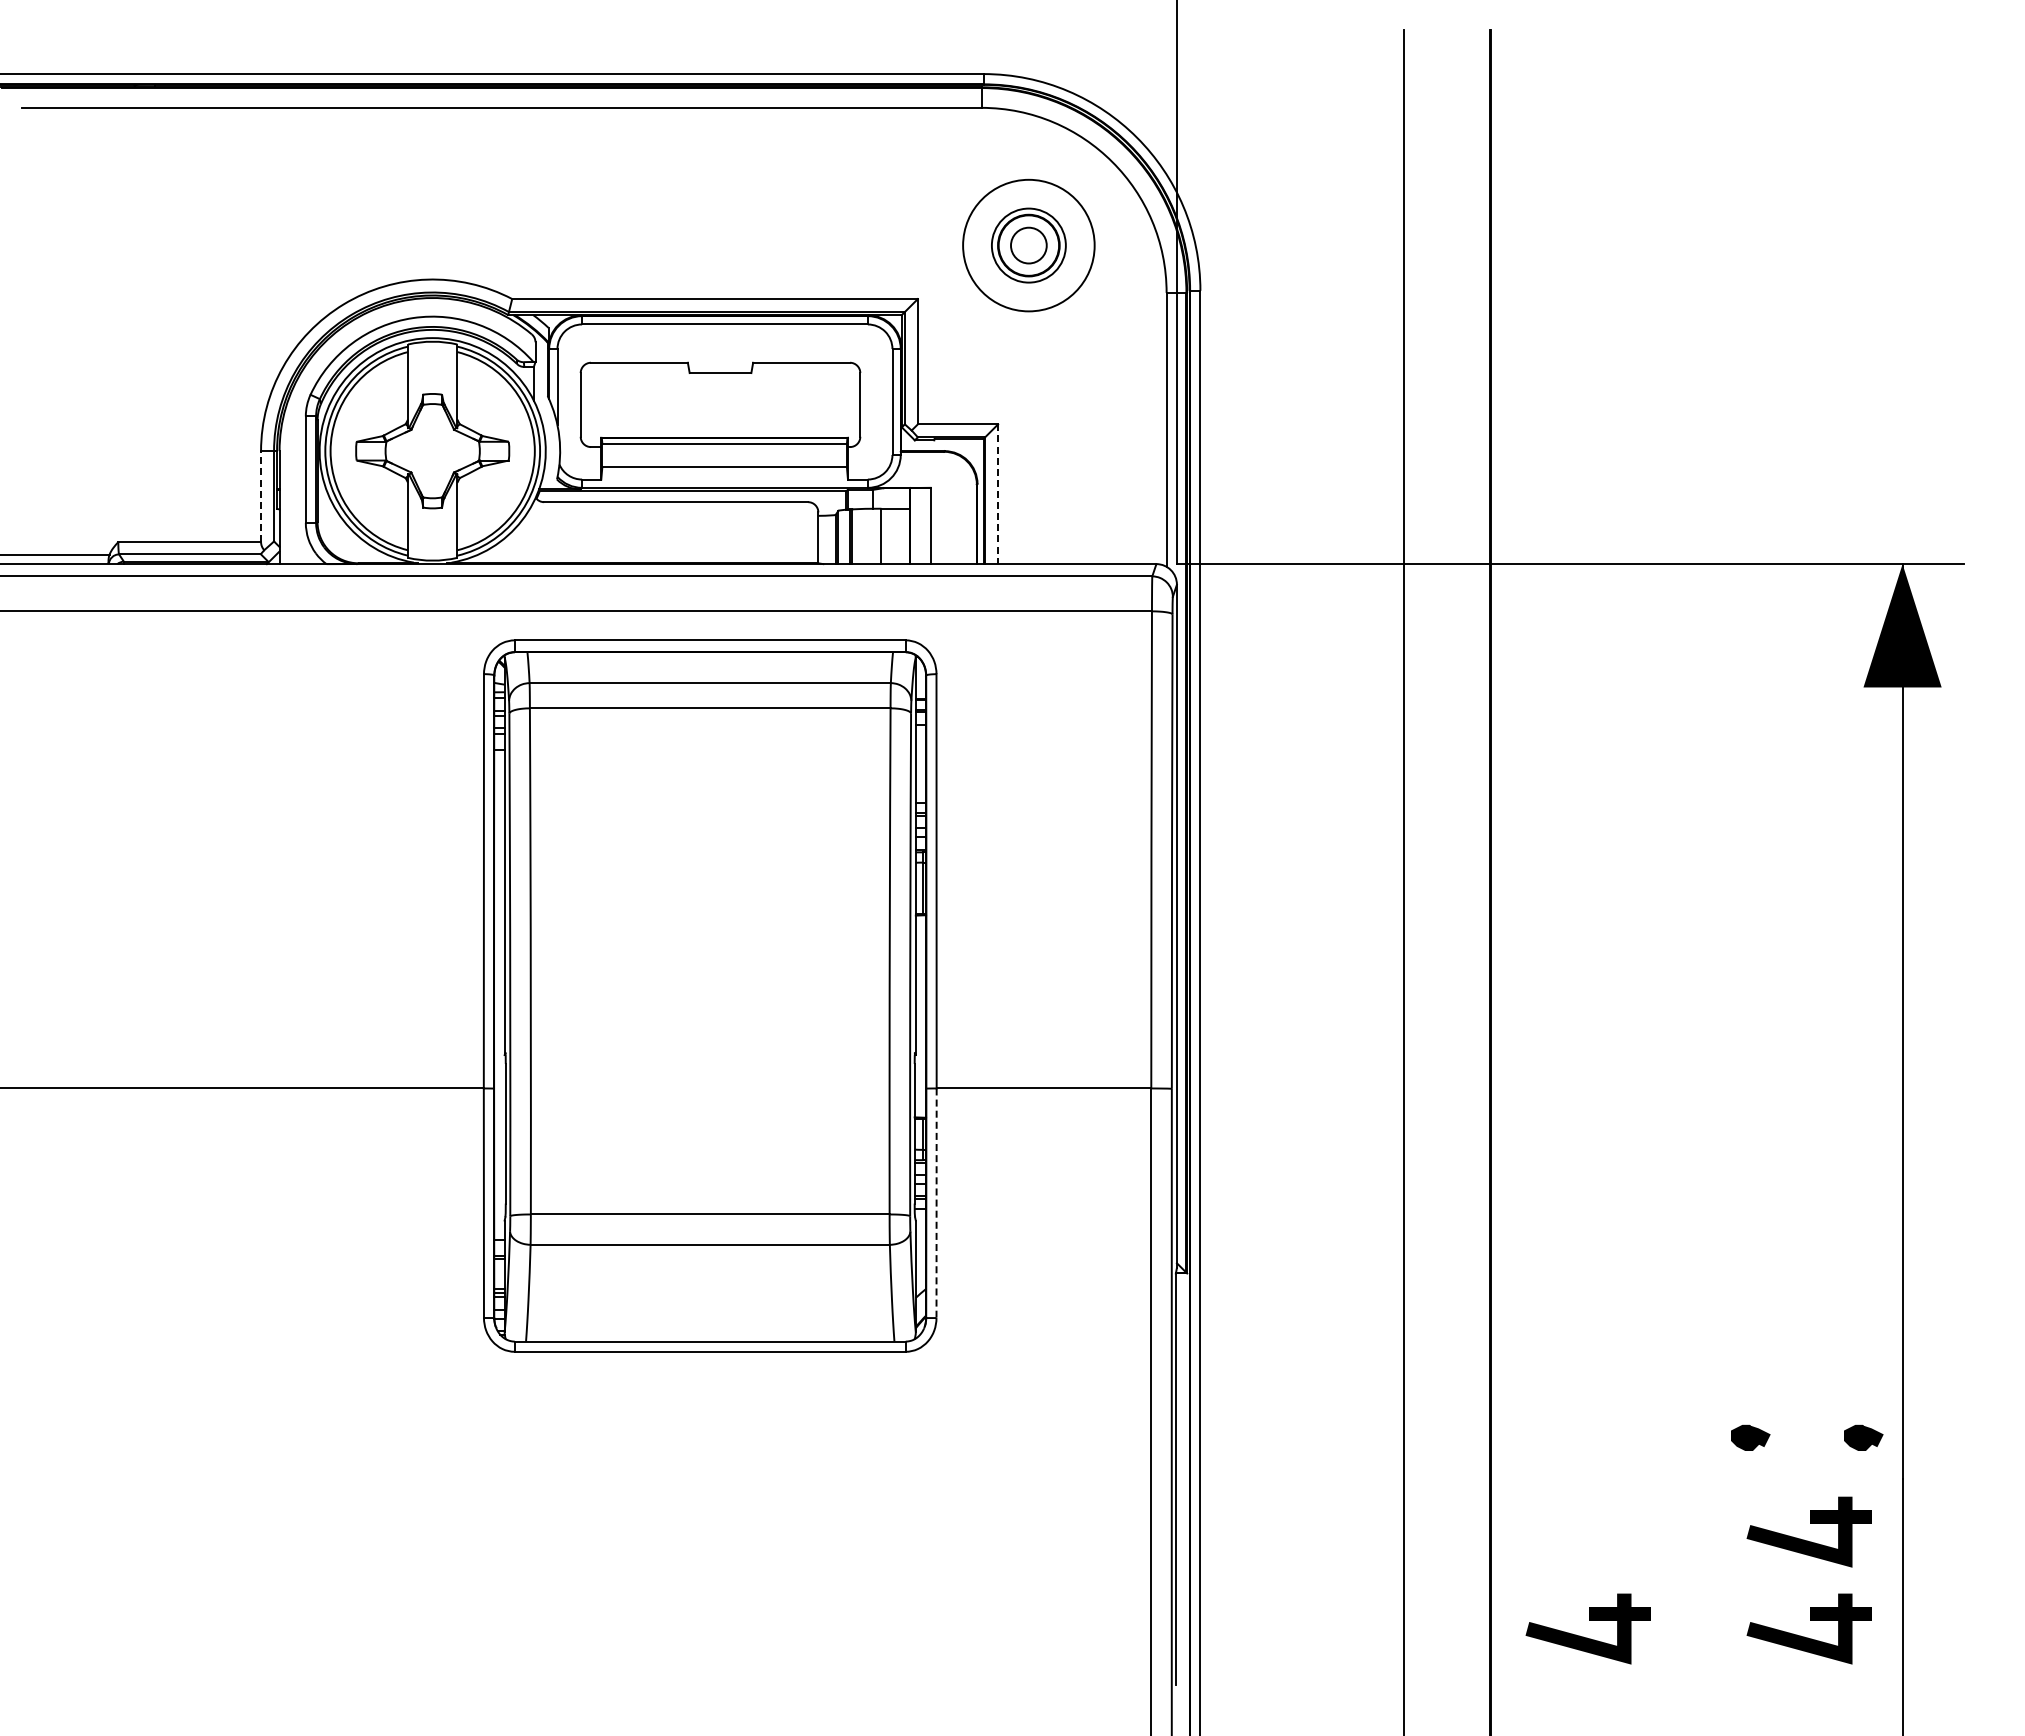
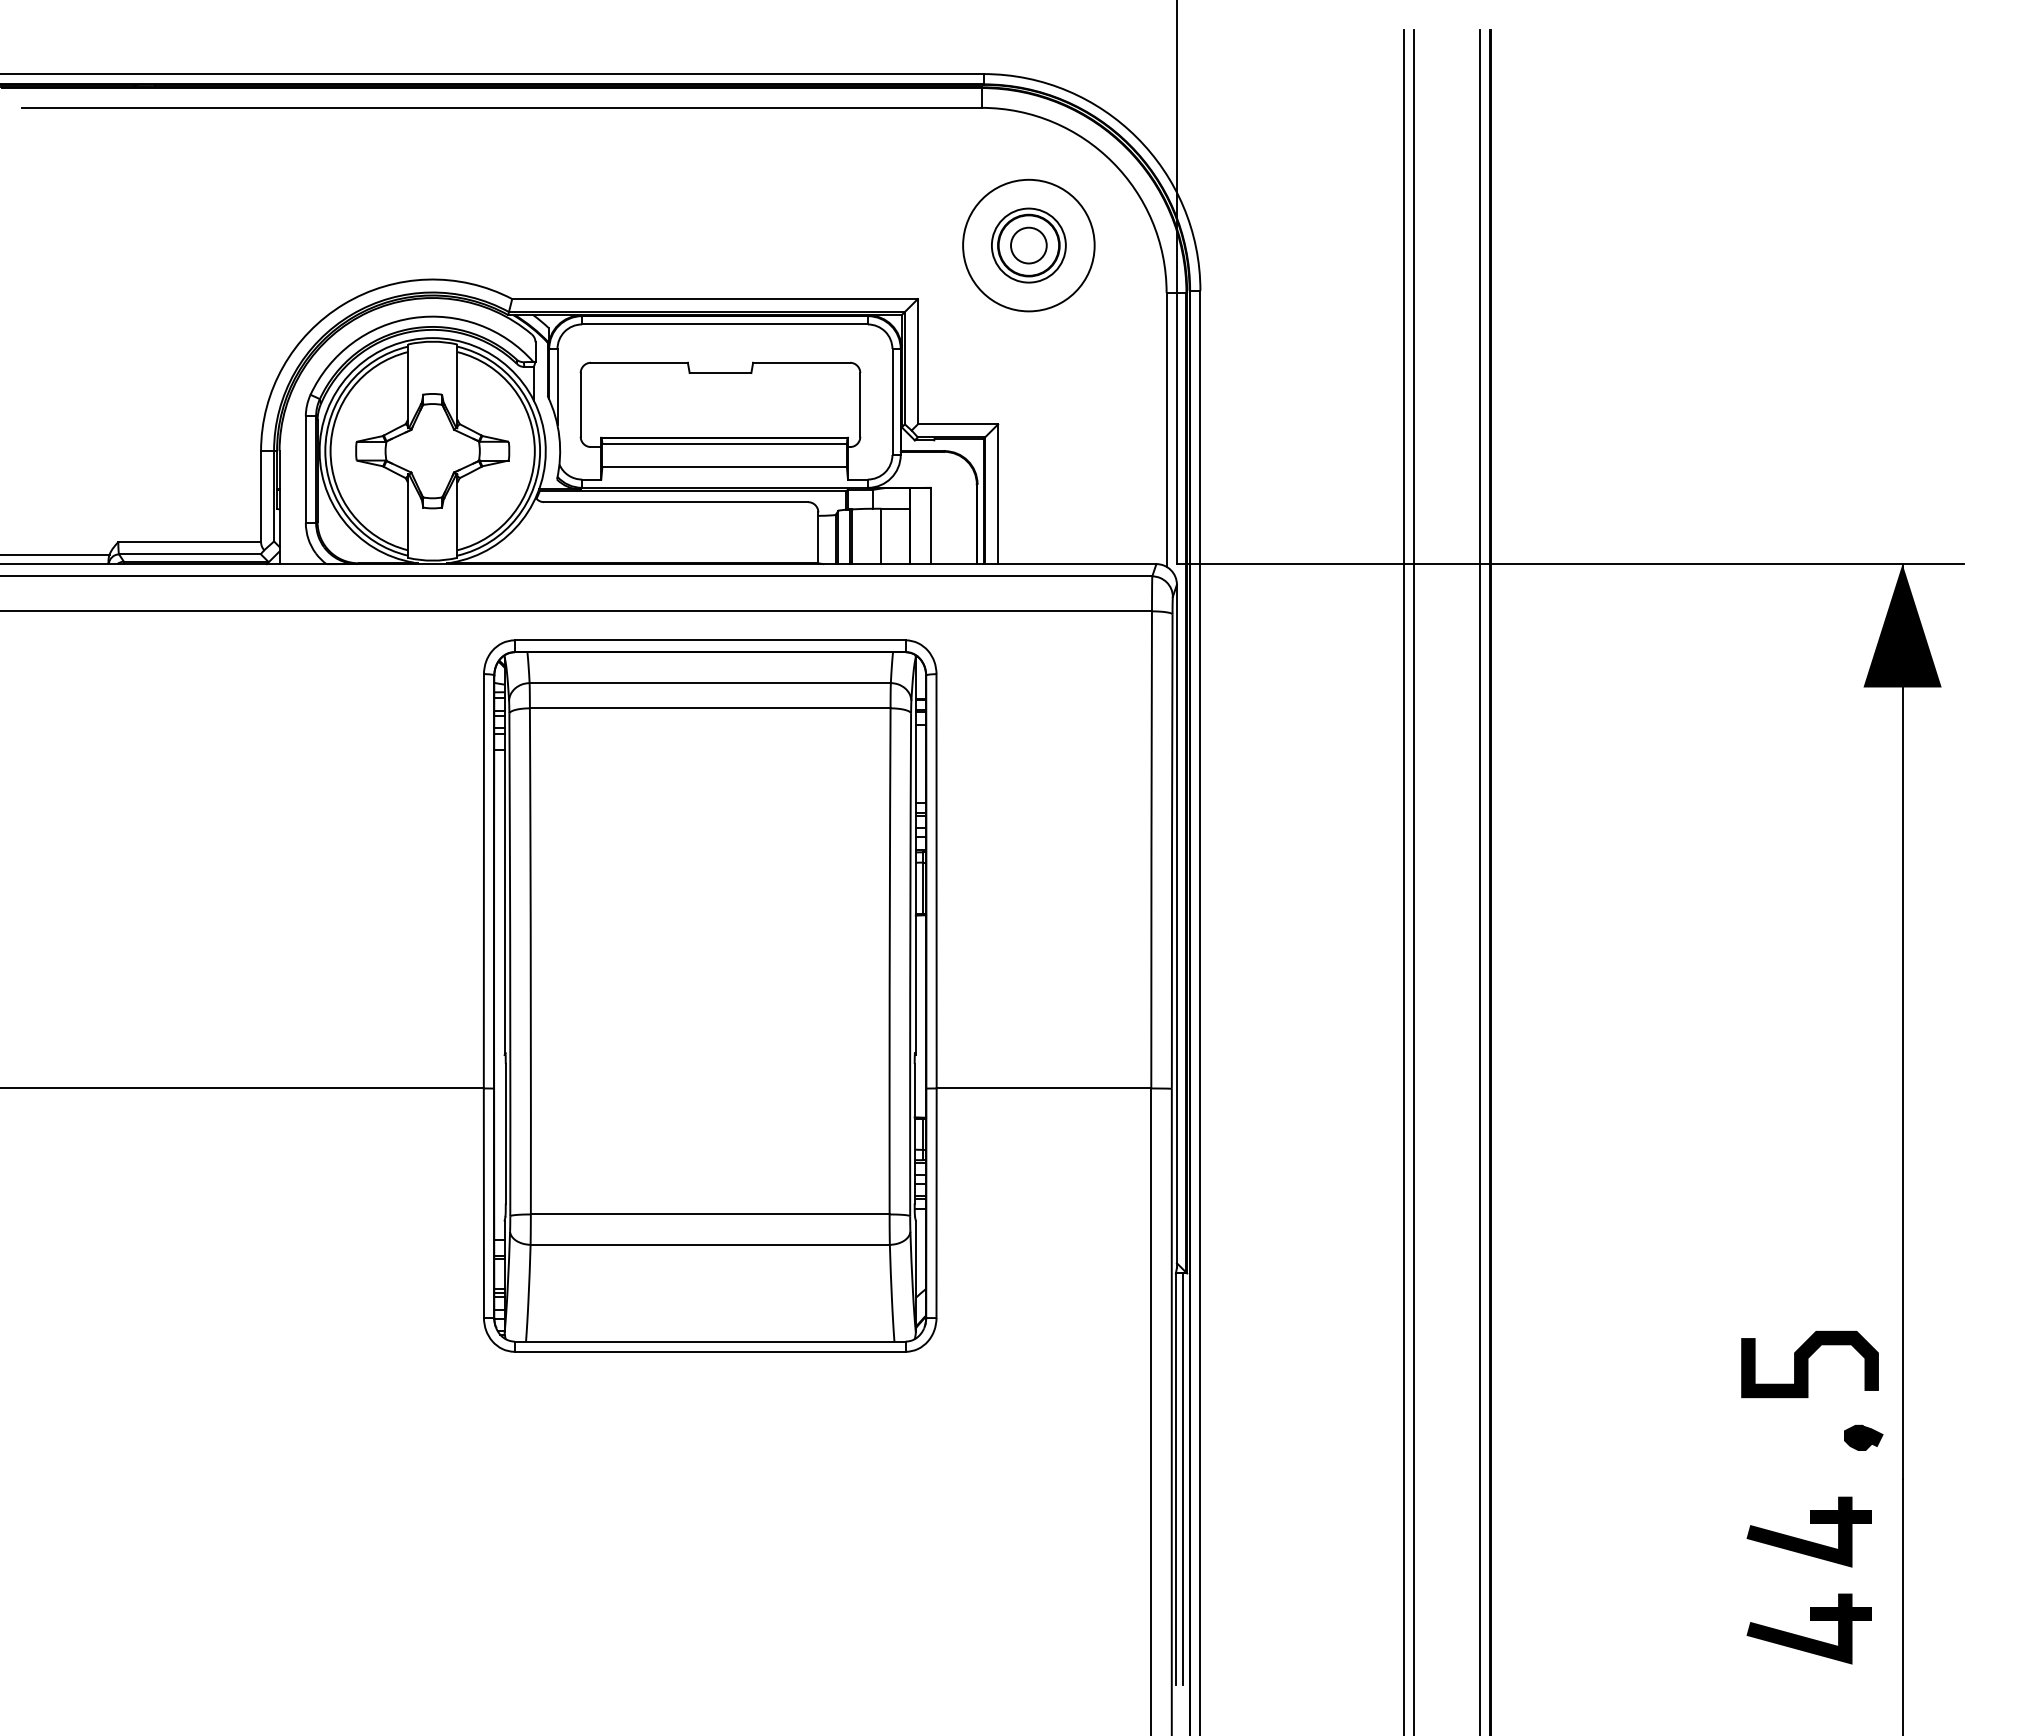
line at (998, 494): dashed -> solid
line at (261, 496): dashed -> solid
line at (1413, 880): none -> present
line at (1480, 880): none -> present
line at (936, 1203): dashed -> solid
curve at (1808, 1364): none -> present
part at (1750, 1437): present -> none
line at (1183, 1478): none -> present
part at (1589, 1620): present -> none
